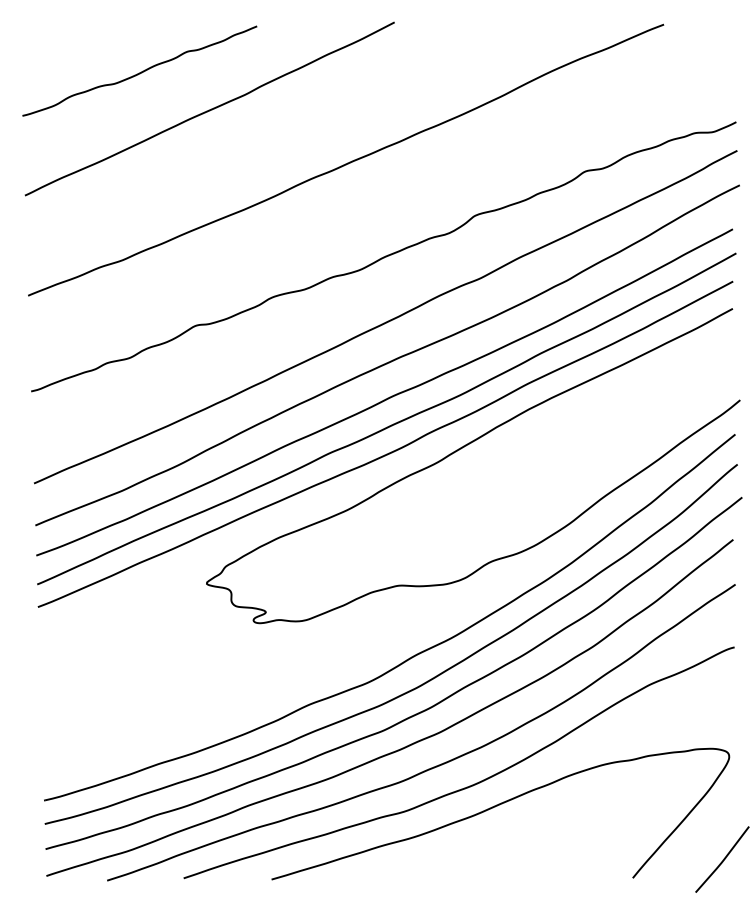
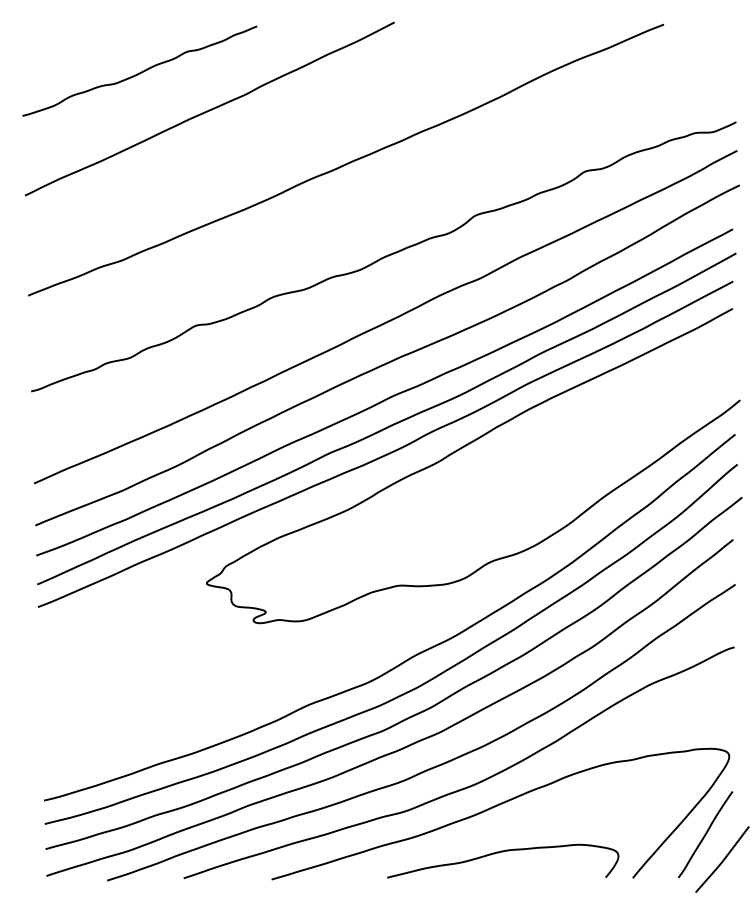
curve at (705, 834): none -> present
curve at (503, 852): none -> present
